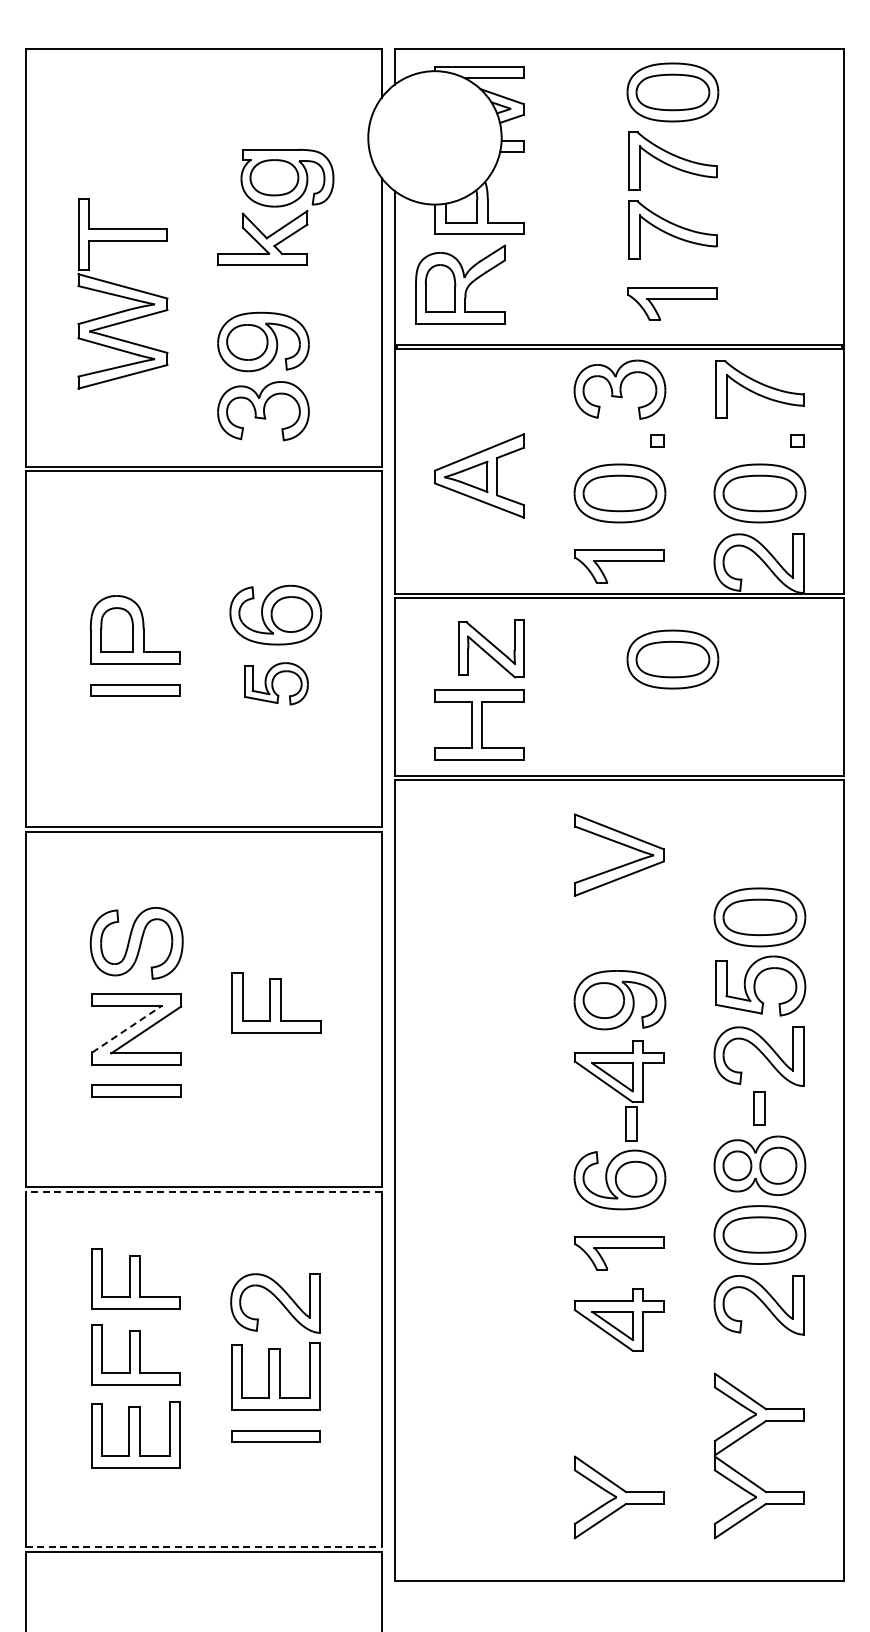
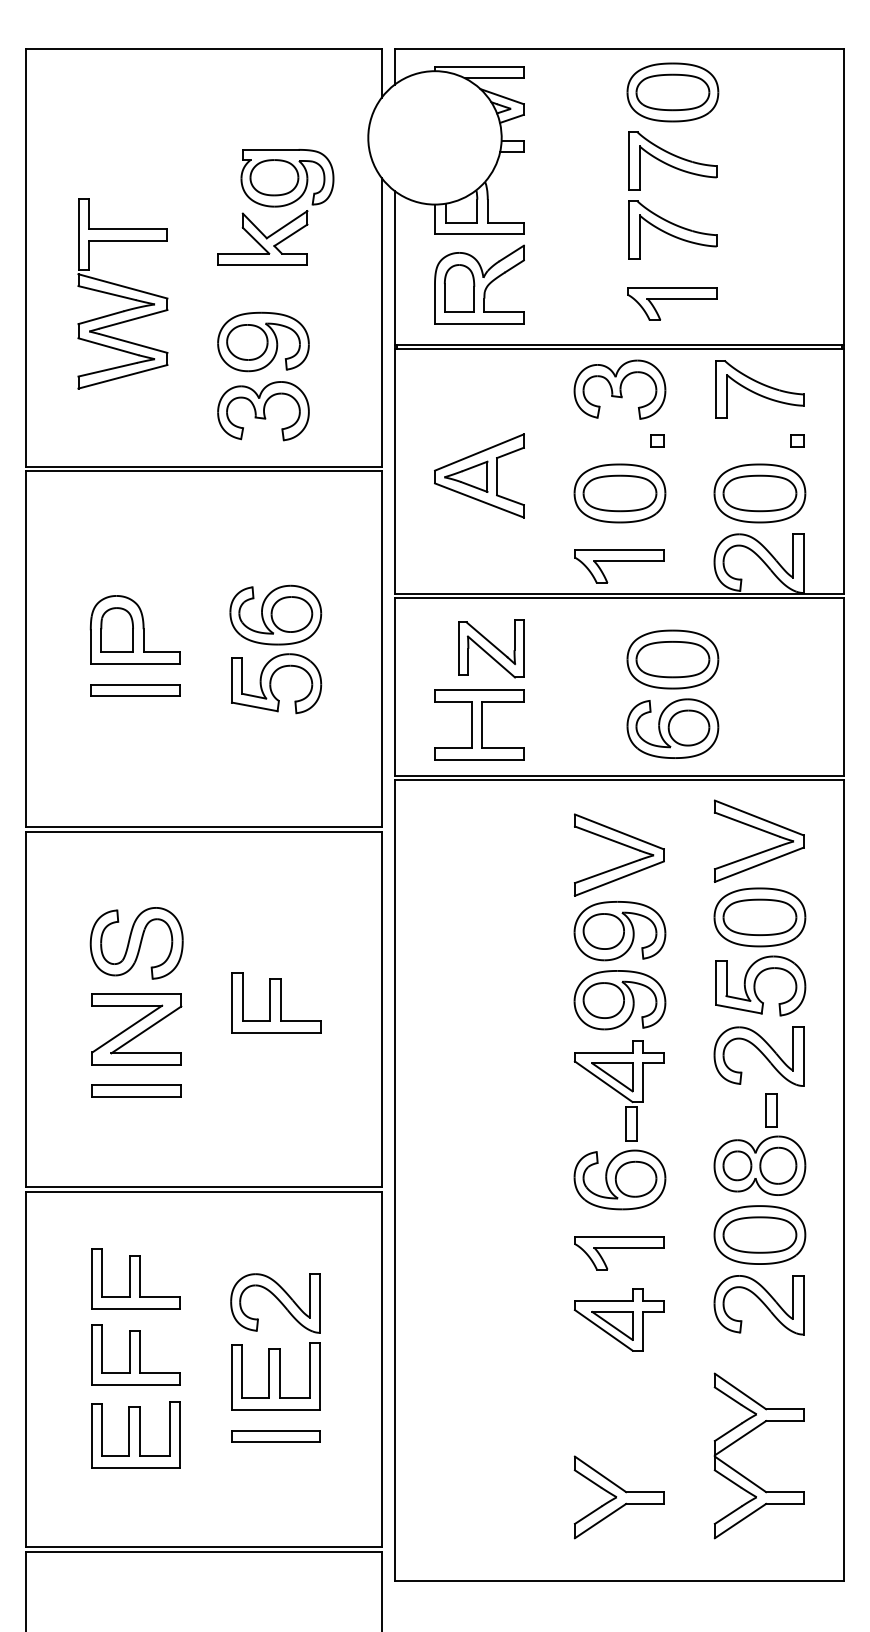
part at (460, 284) position: (460, 284) -> (479, 284)
part at (276, 683) size: 65x44 px -> 92x62 px
part at (672, 728): none -> present
part at (762, 831): none -> present
part at (619, 931): none -> present
line at (127, 1028): dashed -> solid
part at (759, 1108) position: (759, 1108) -> (771, 1110)
line at (203, 1191): dashed -> solid
line at (203, 1547): dashed -> solid
